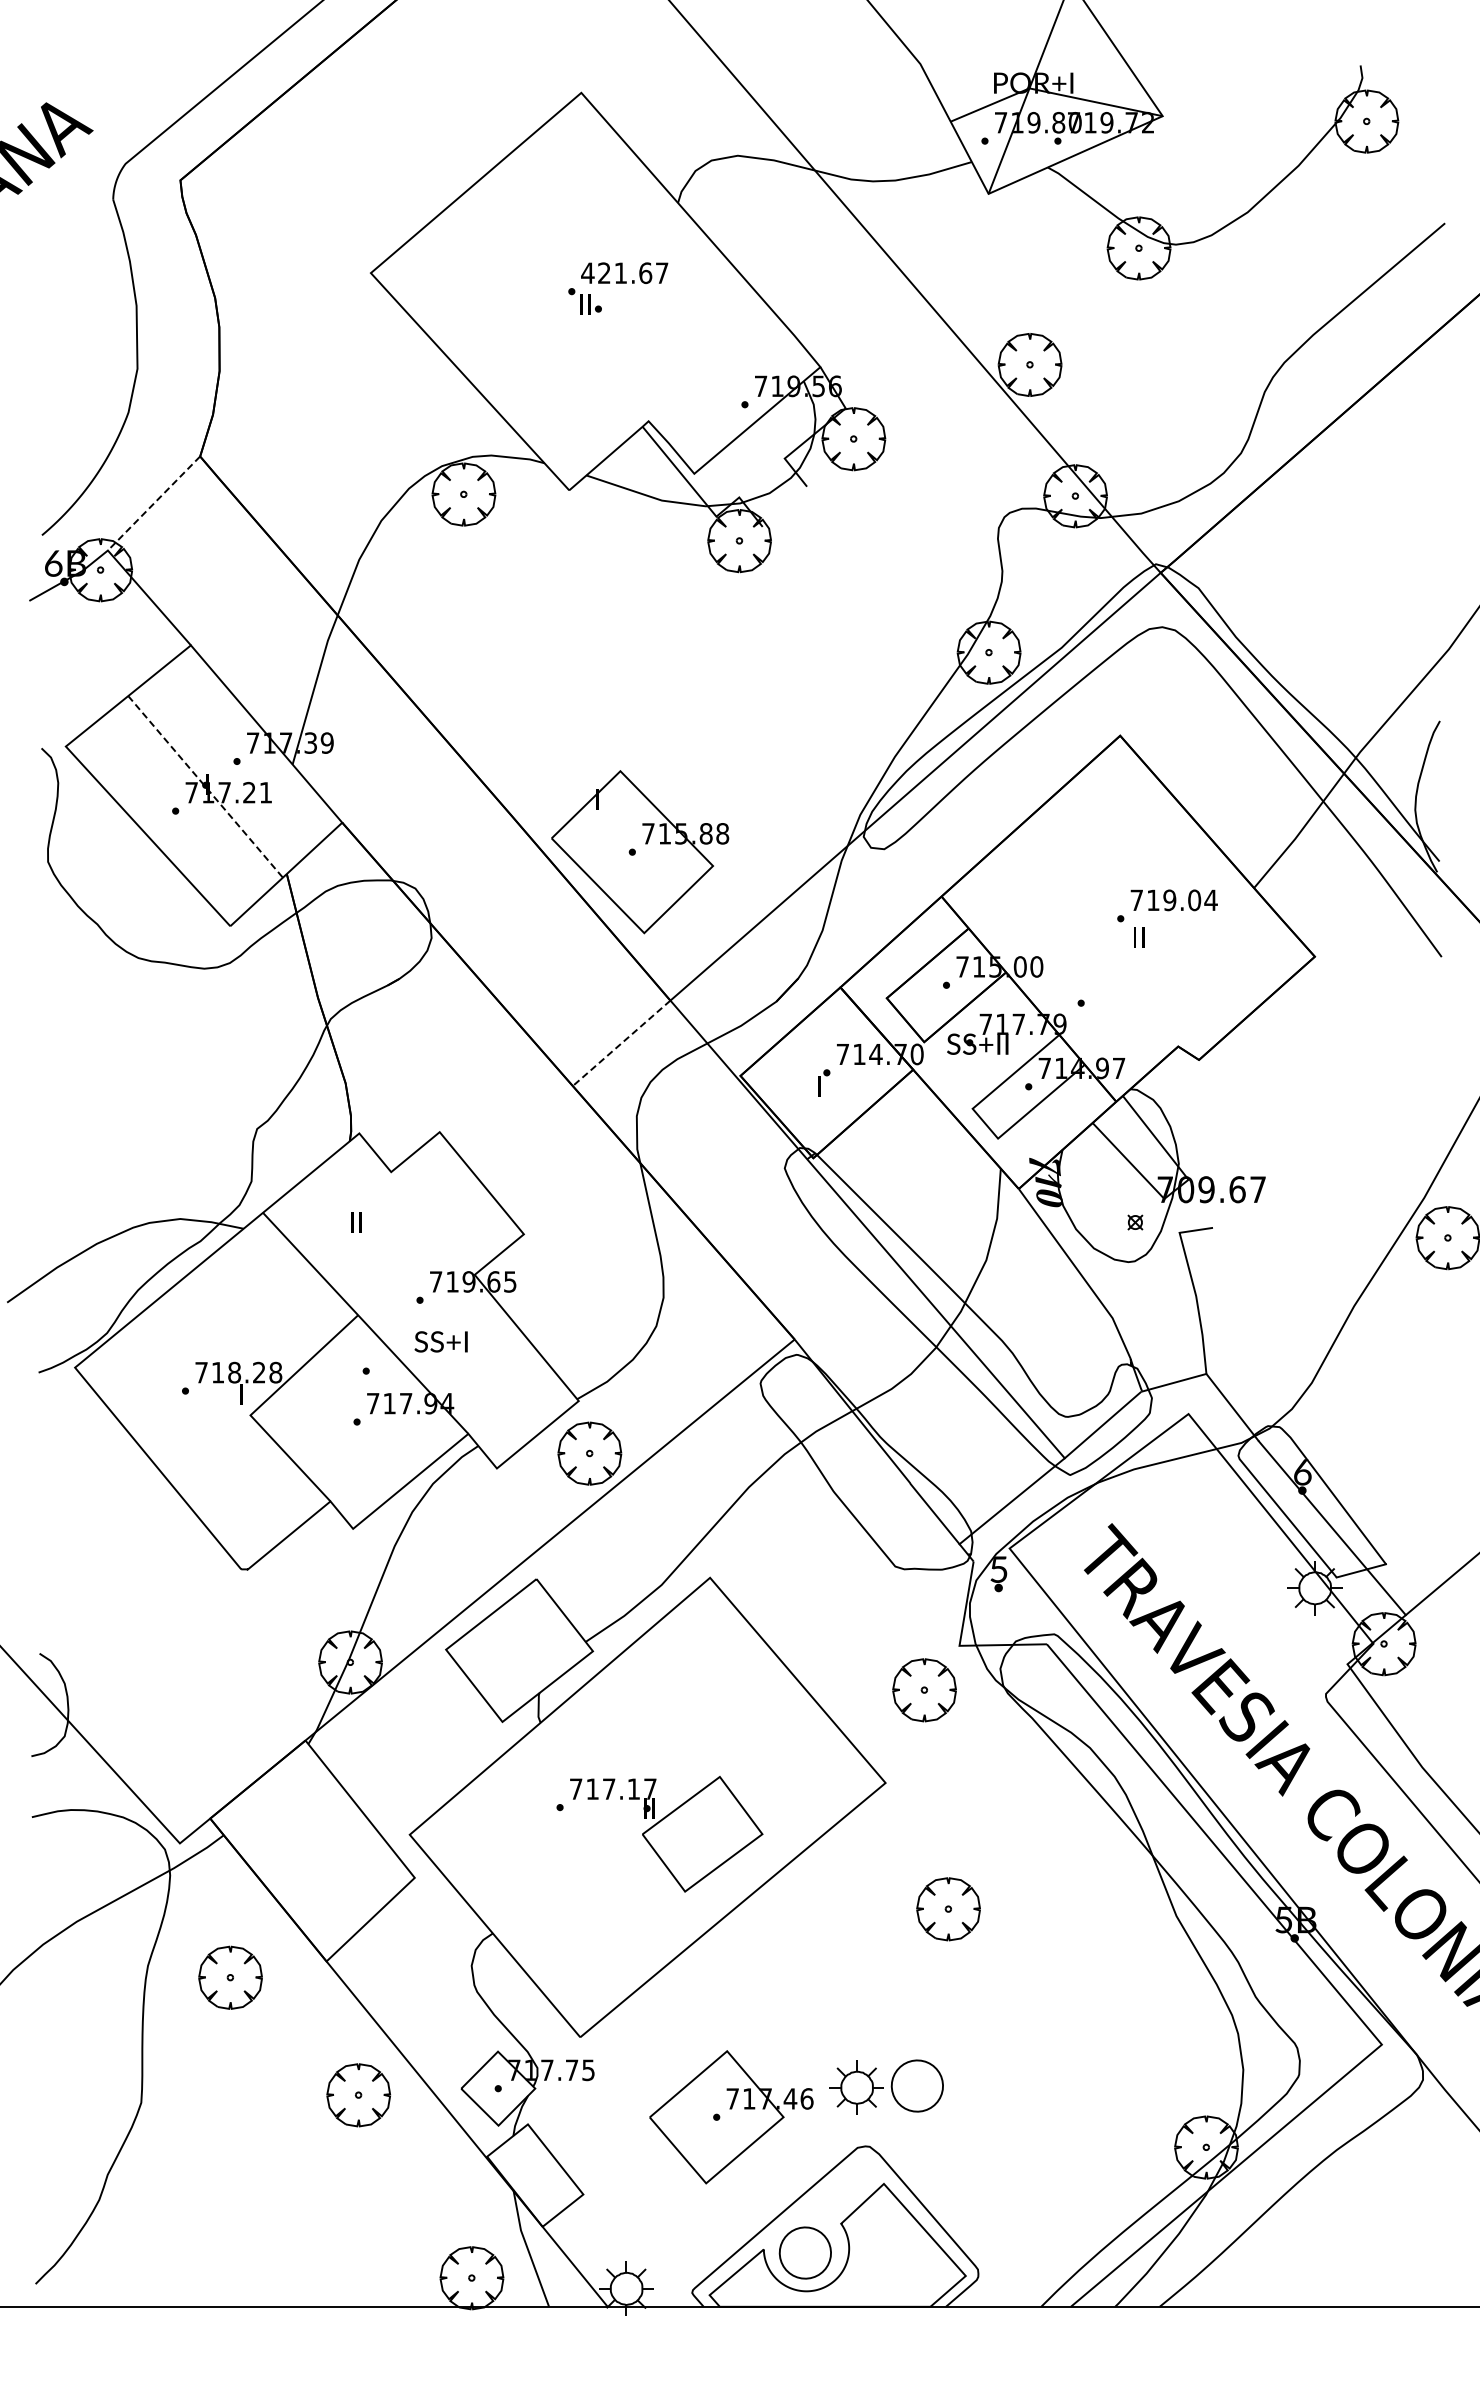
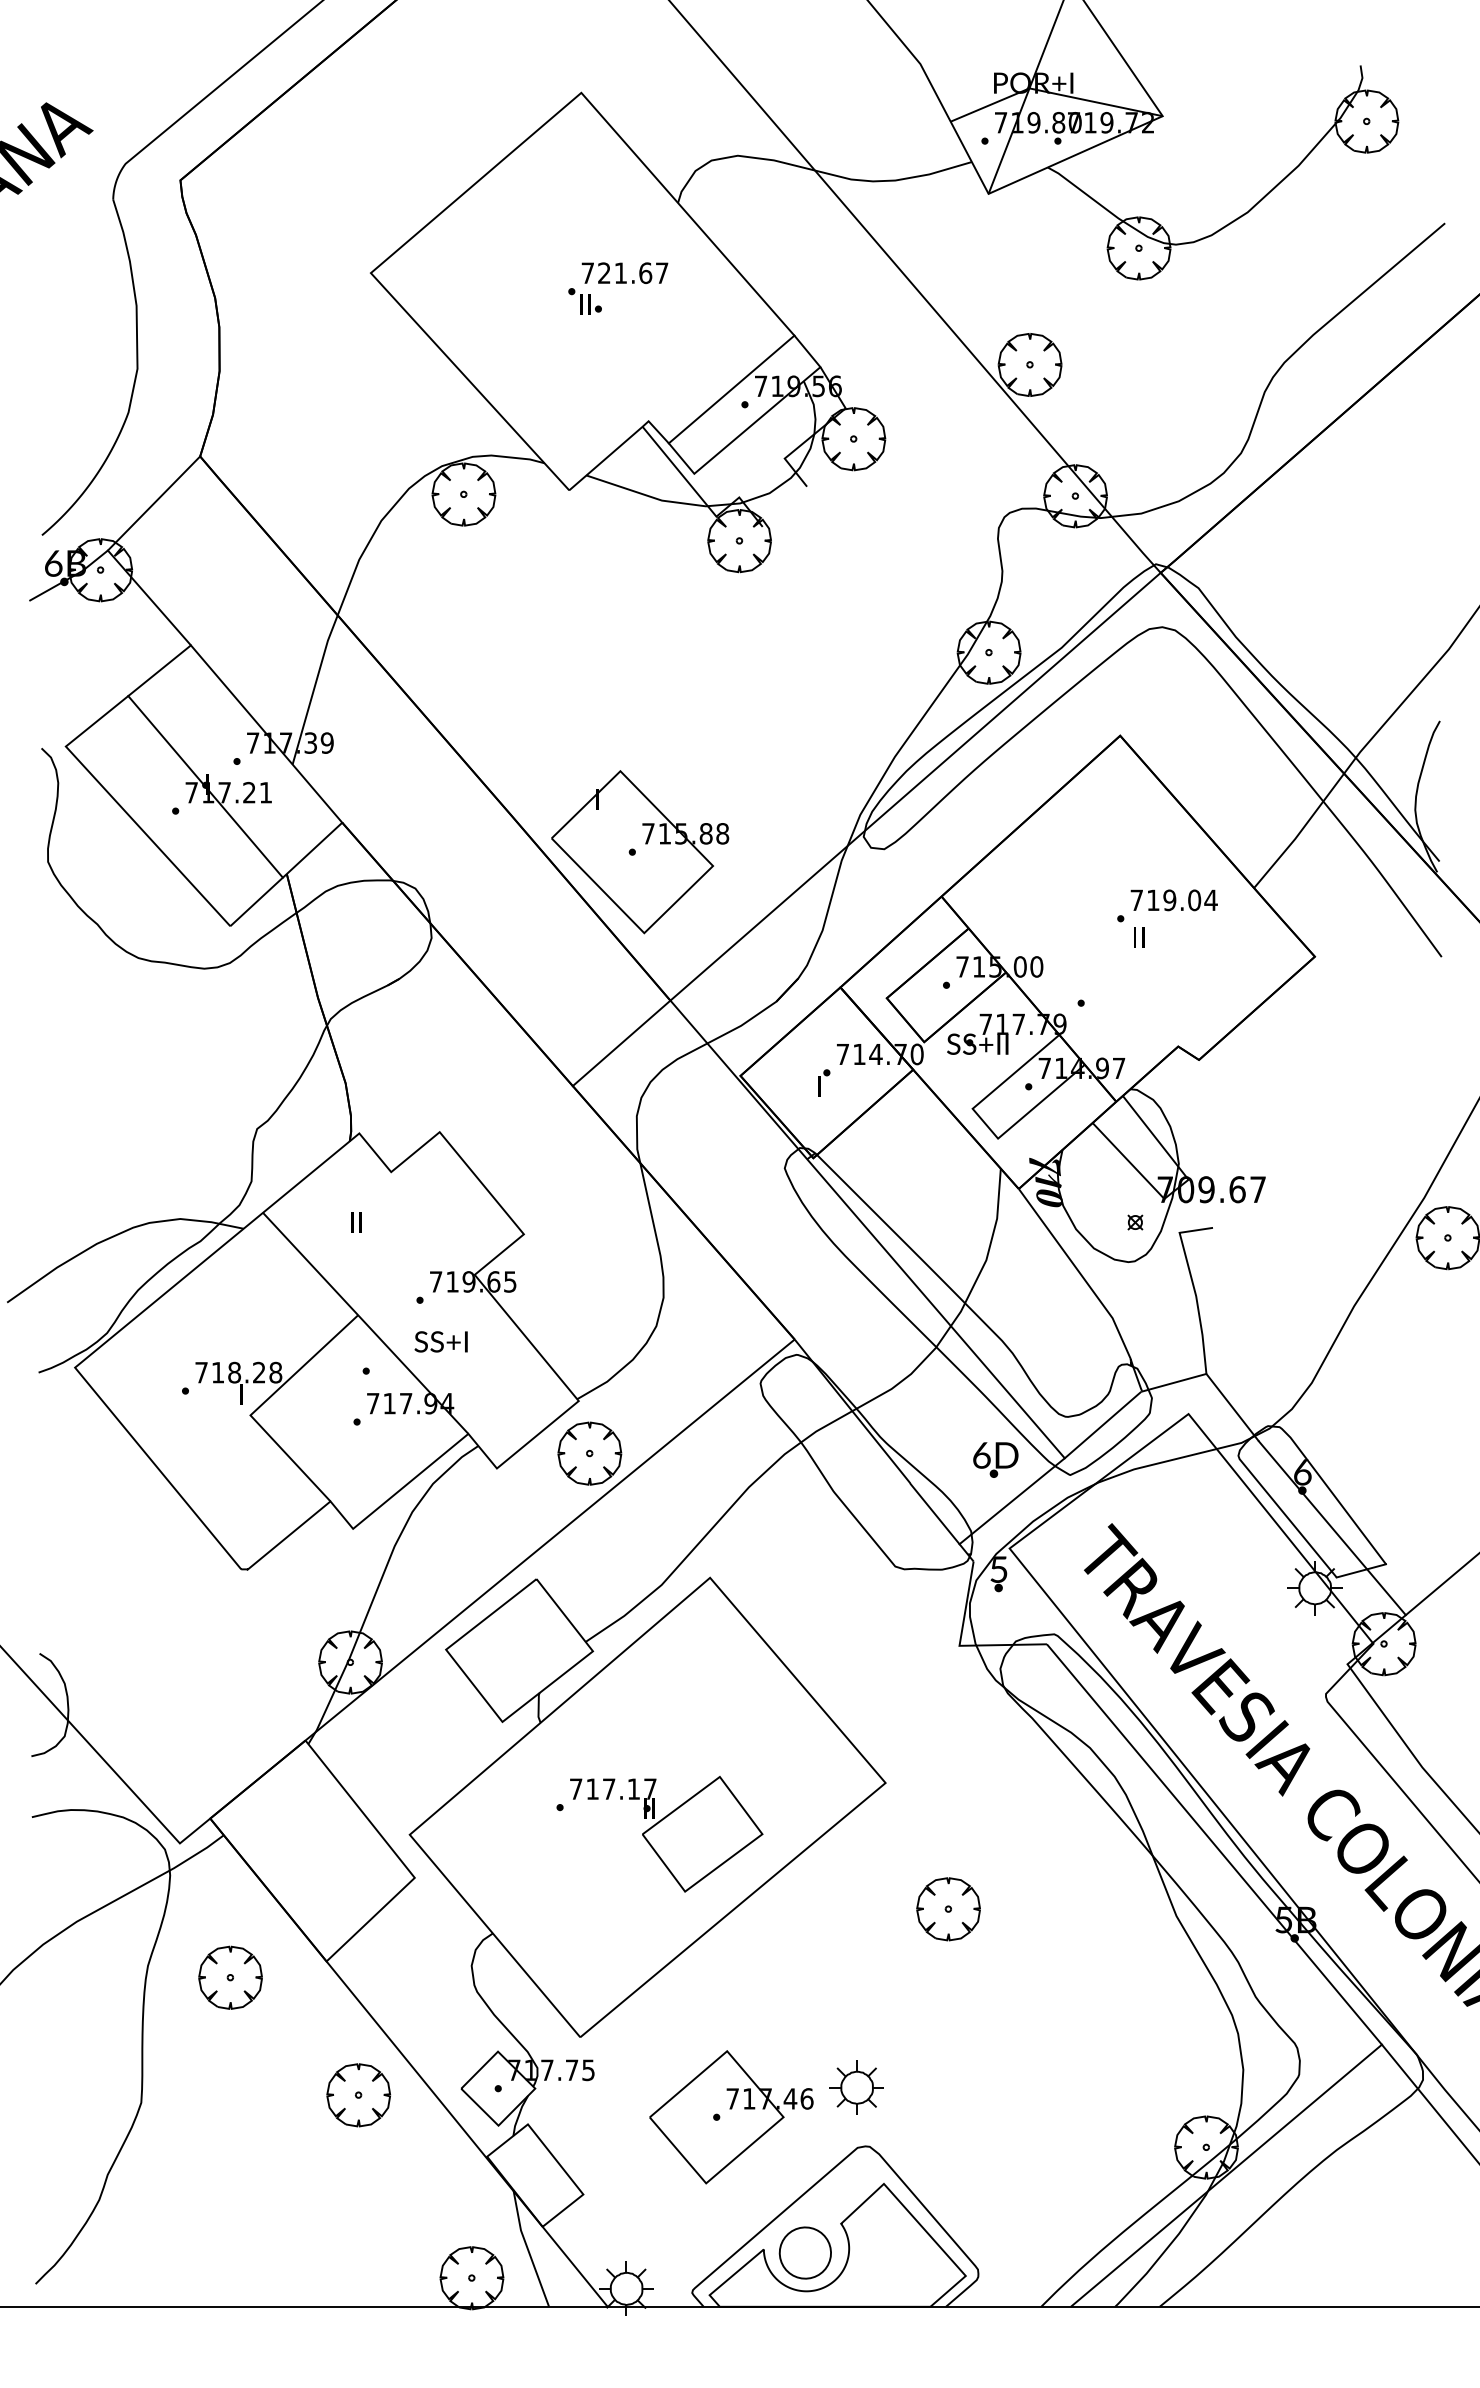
text at (587, 272): 421.67 -> 721.67
line at (731, 389): none -> present
line at (154, 503): dashed -> solid
line at (205, 787): dashed -> solid
line at (621, 1043): dashed -> solid
part at (995, 1459): none -> present
part at (924, 1690): present -> none
part at (916, 2085): present -> none
line at (1428, 2102): none -> present
